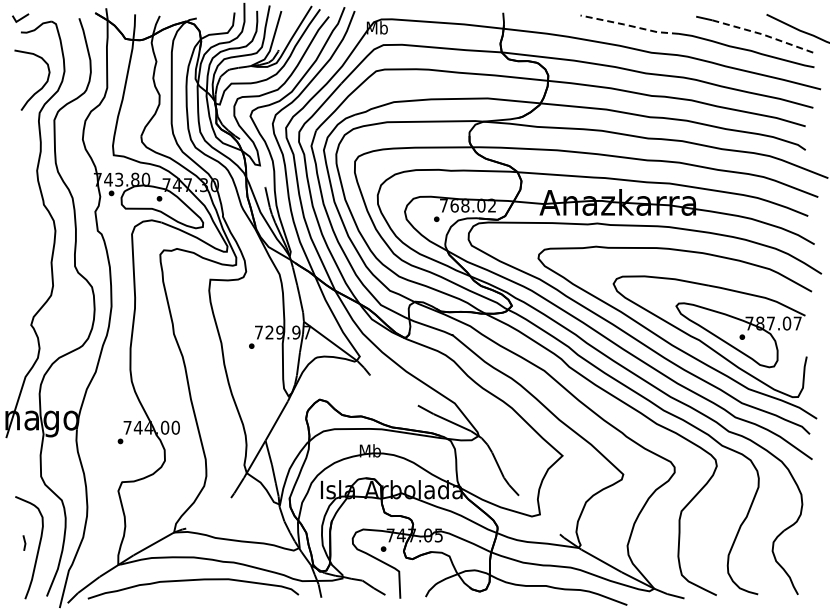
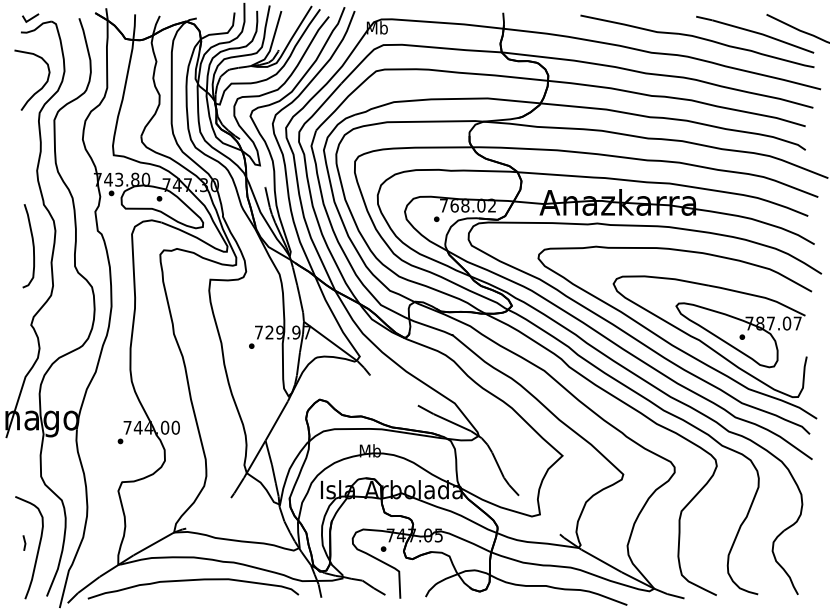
line at (21, 17) position: (21, 17) -> (31, 17)
line at (629, 25): dashed -> solid
line at (763, 34): dashed -> solid
curve at (32, 246): none -> present
